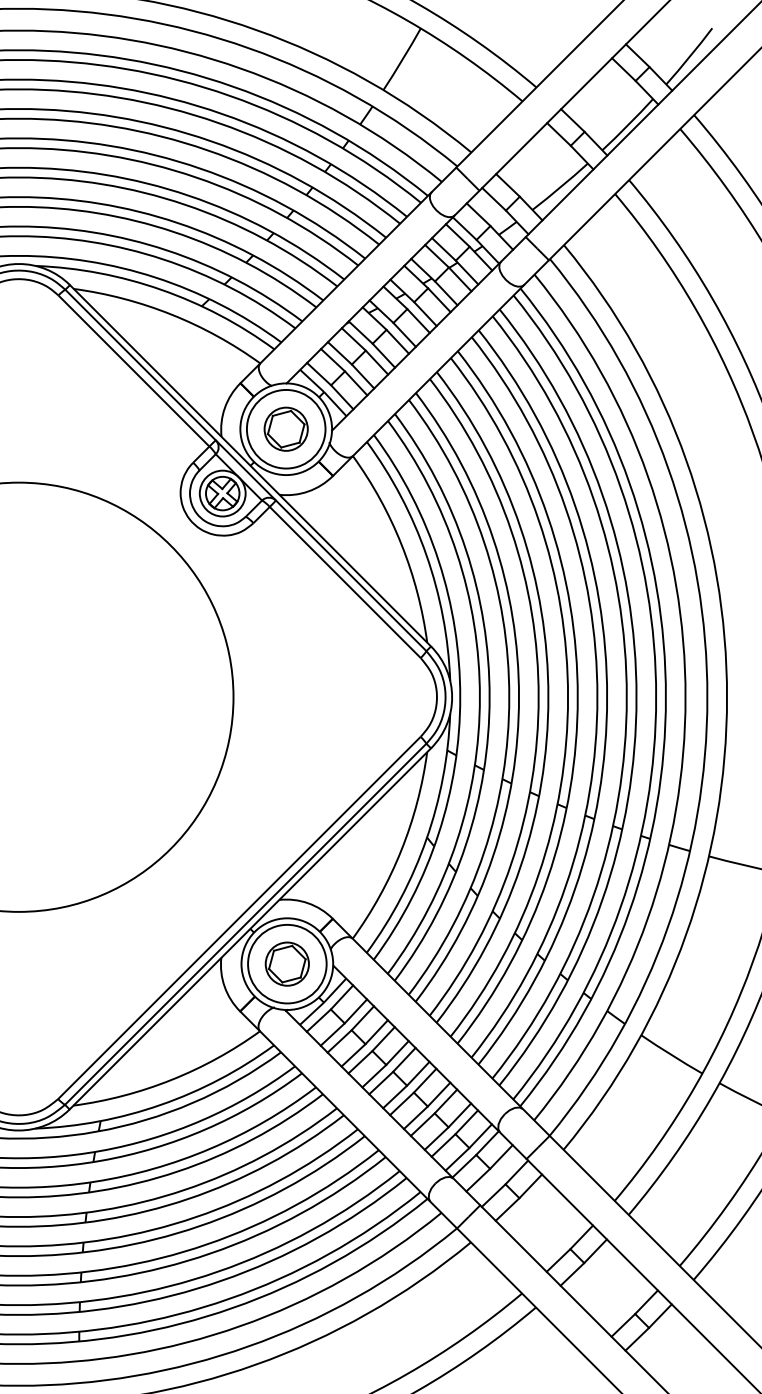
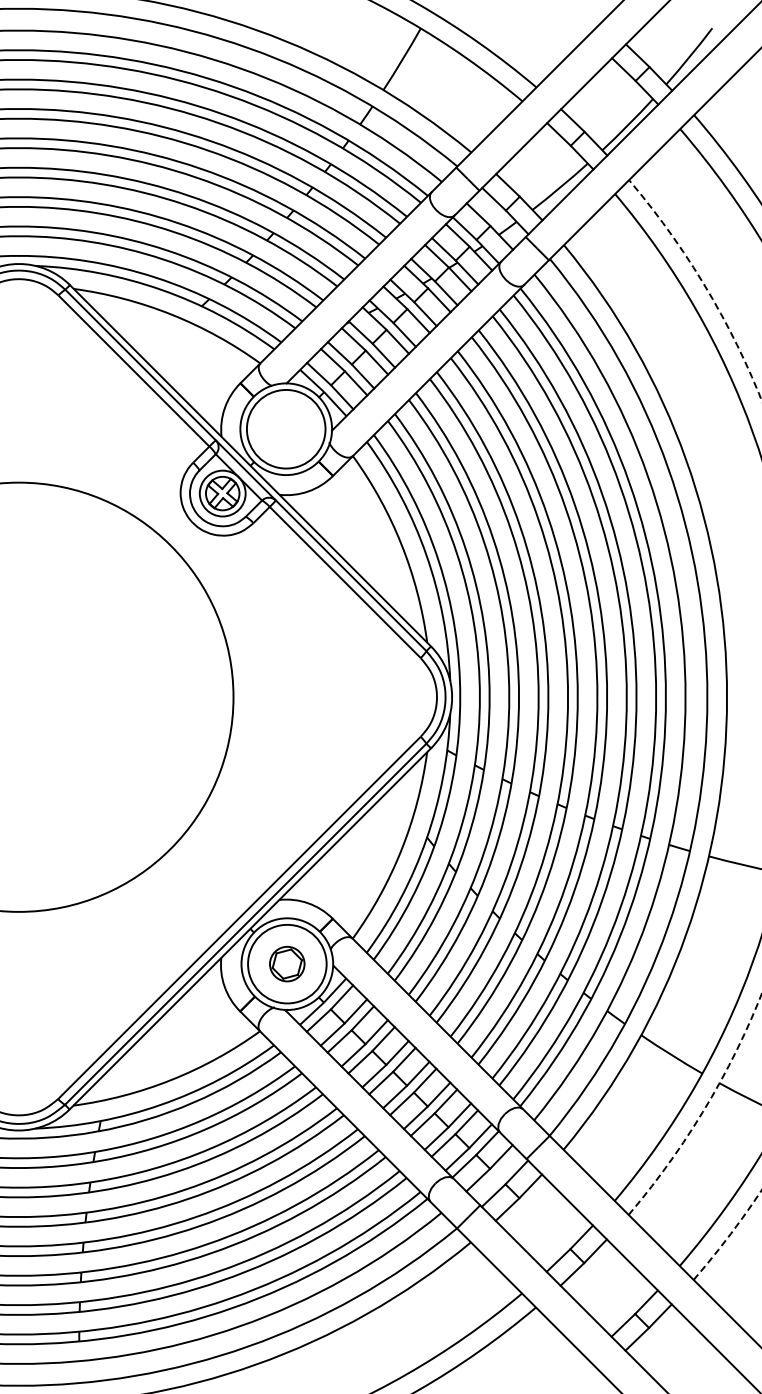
arc at (761, 401): solid -> dashed
part at (285, 428): present -> none
part at (286, 963) size: 46x46 px -> 37x37 px
arc at (729, 1235): solid -> dashed
